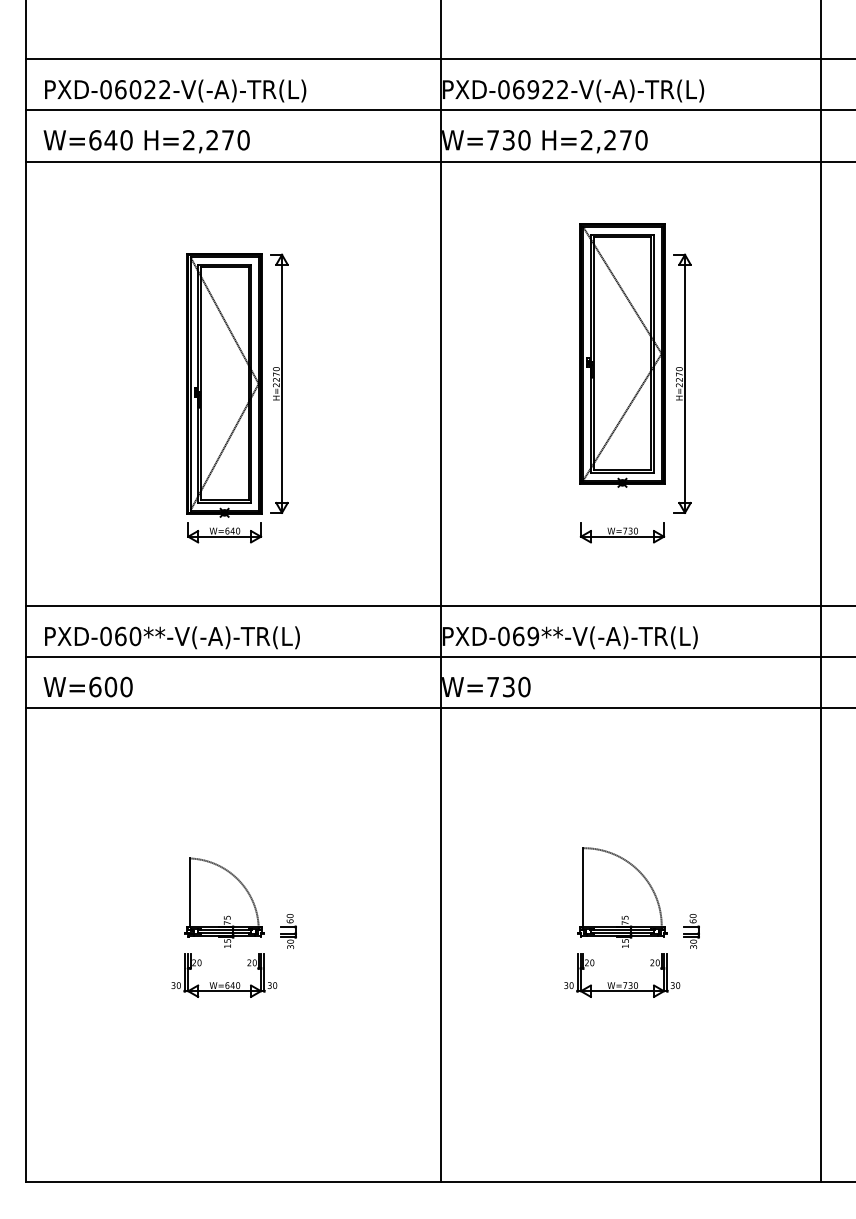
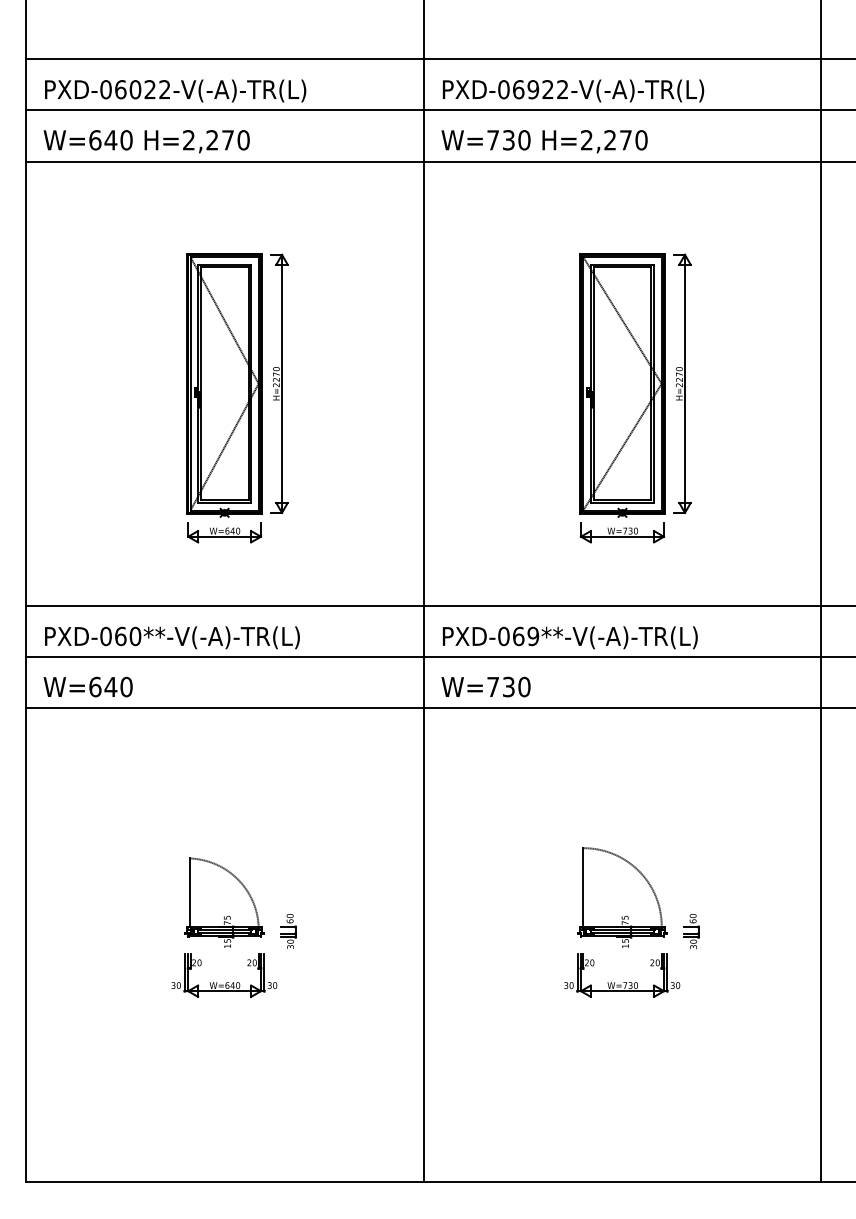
part at (622, 355) position: (622, 355) -> (622, 385)
line at (440, 592) position: (440, 592) -> (423, 592)
text at (110, 686): W=600 -> W=640
